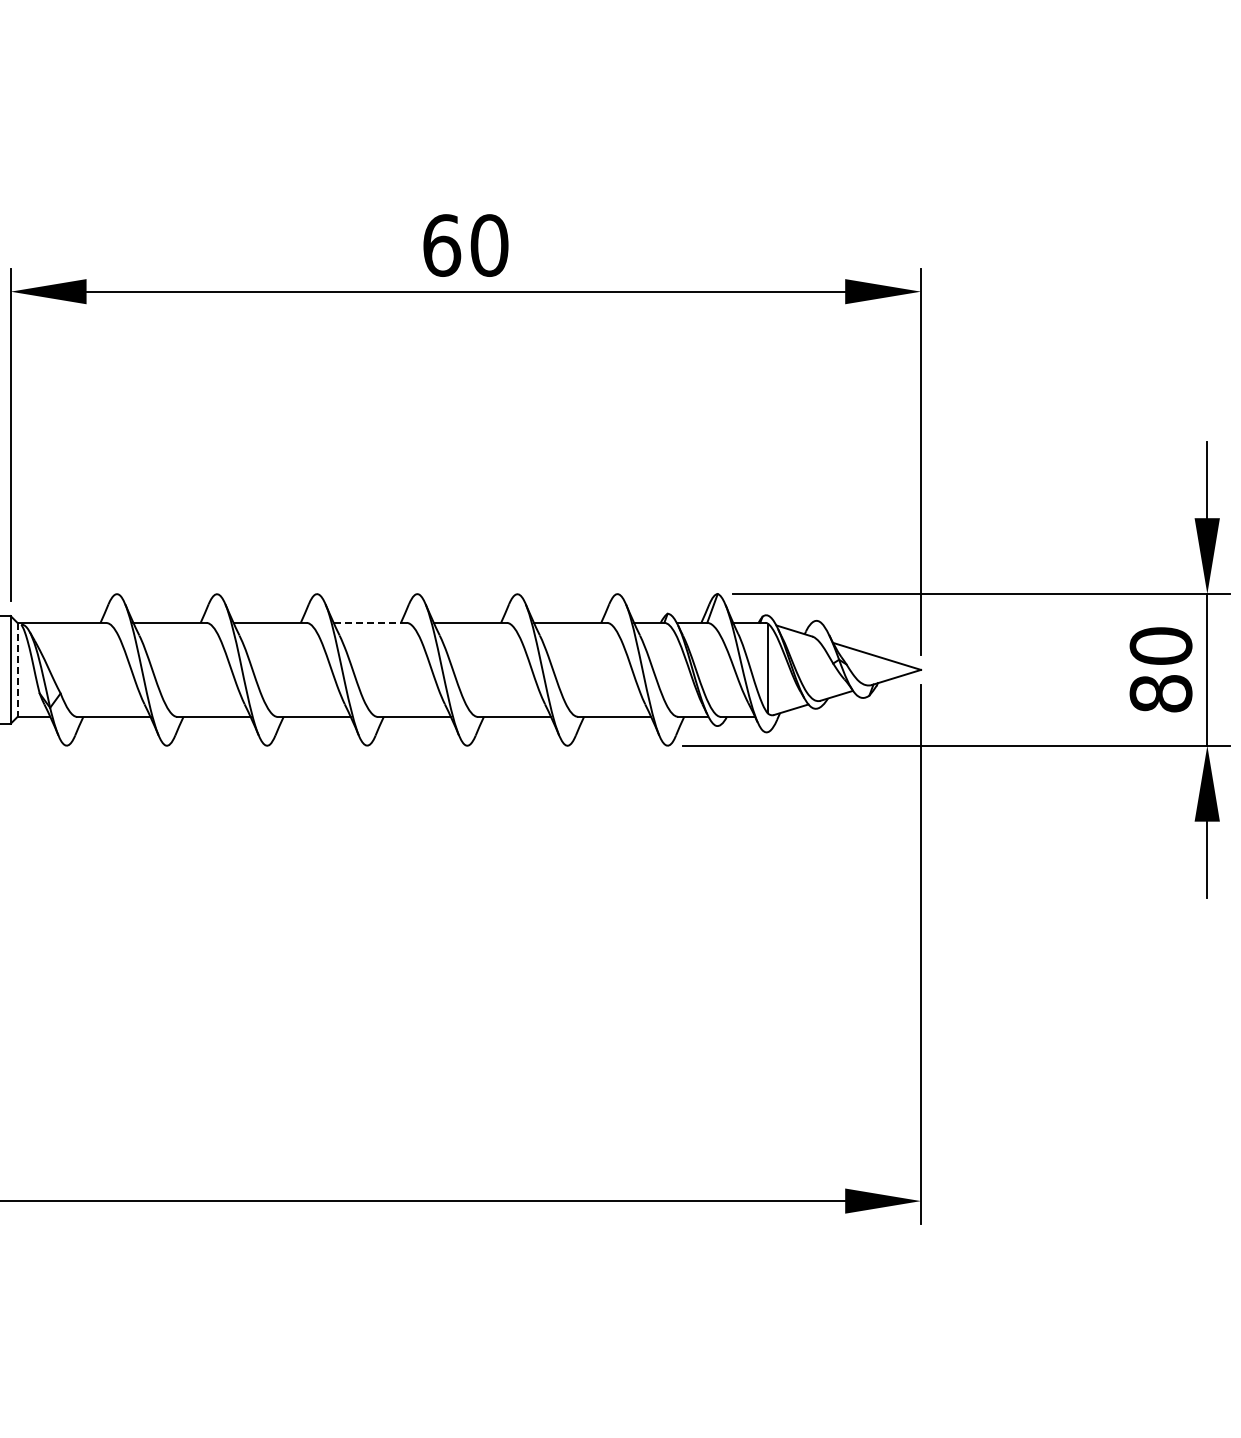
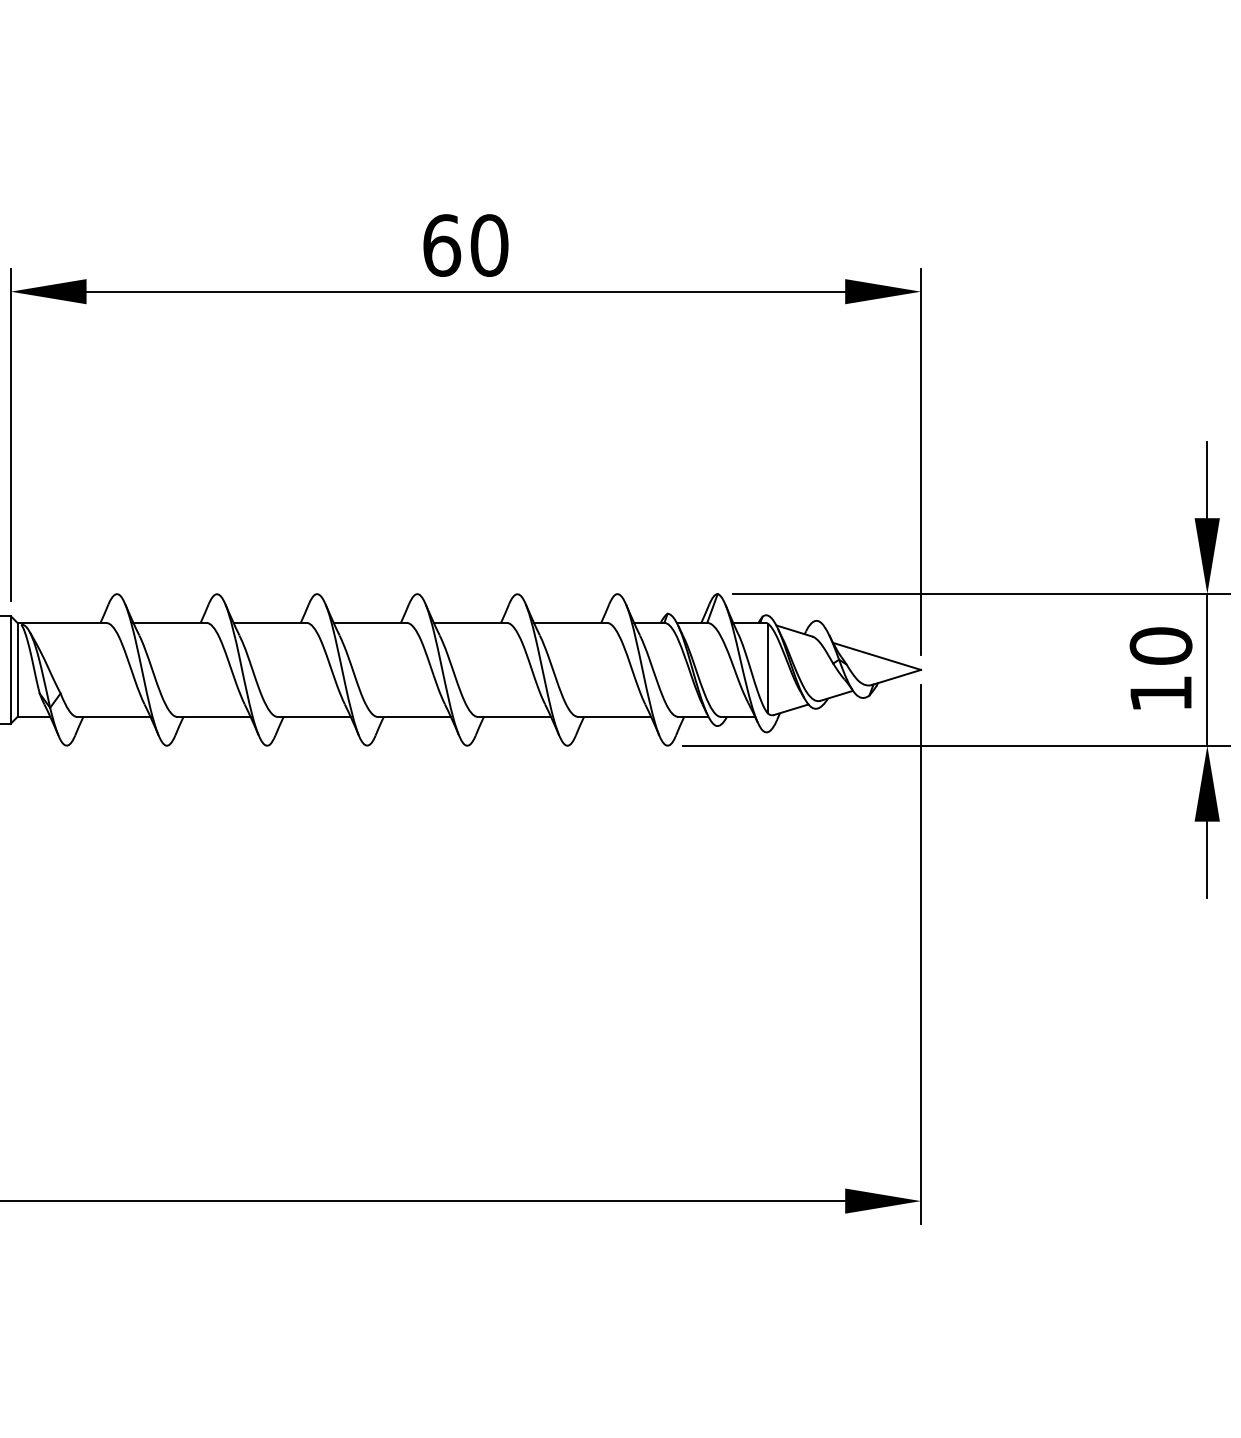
line at (370, 622): dashed -> solid
line at (17, 670): dashed -> solid
text at (1160, 693): 80 -> 10
